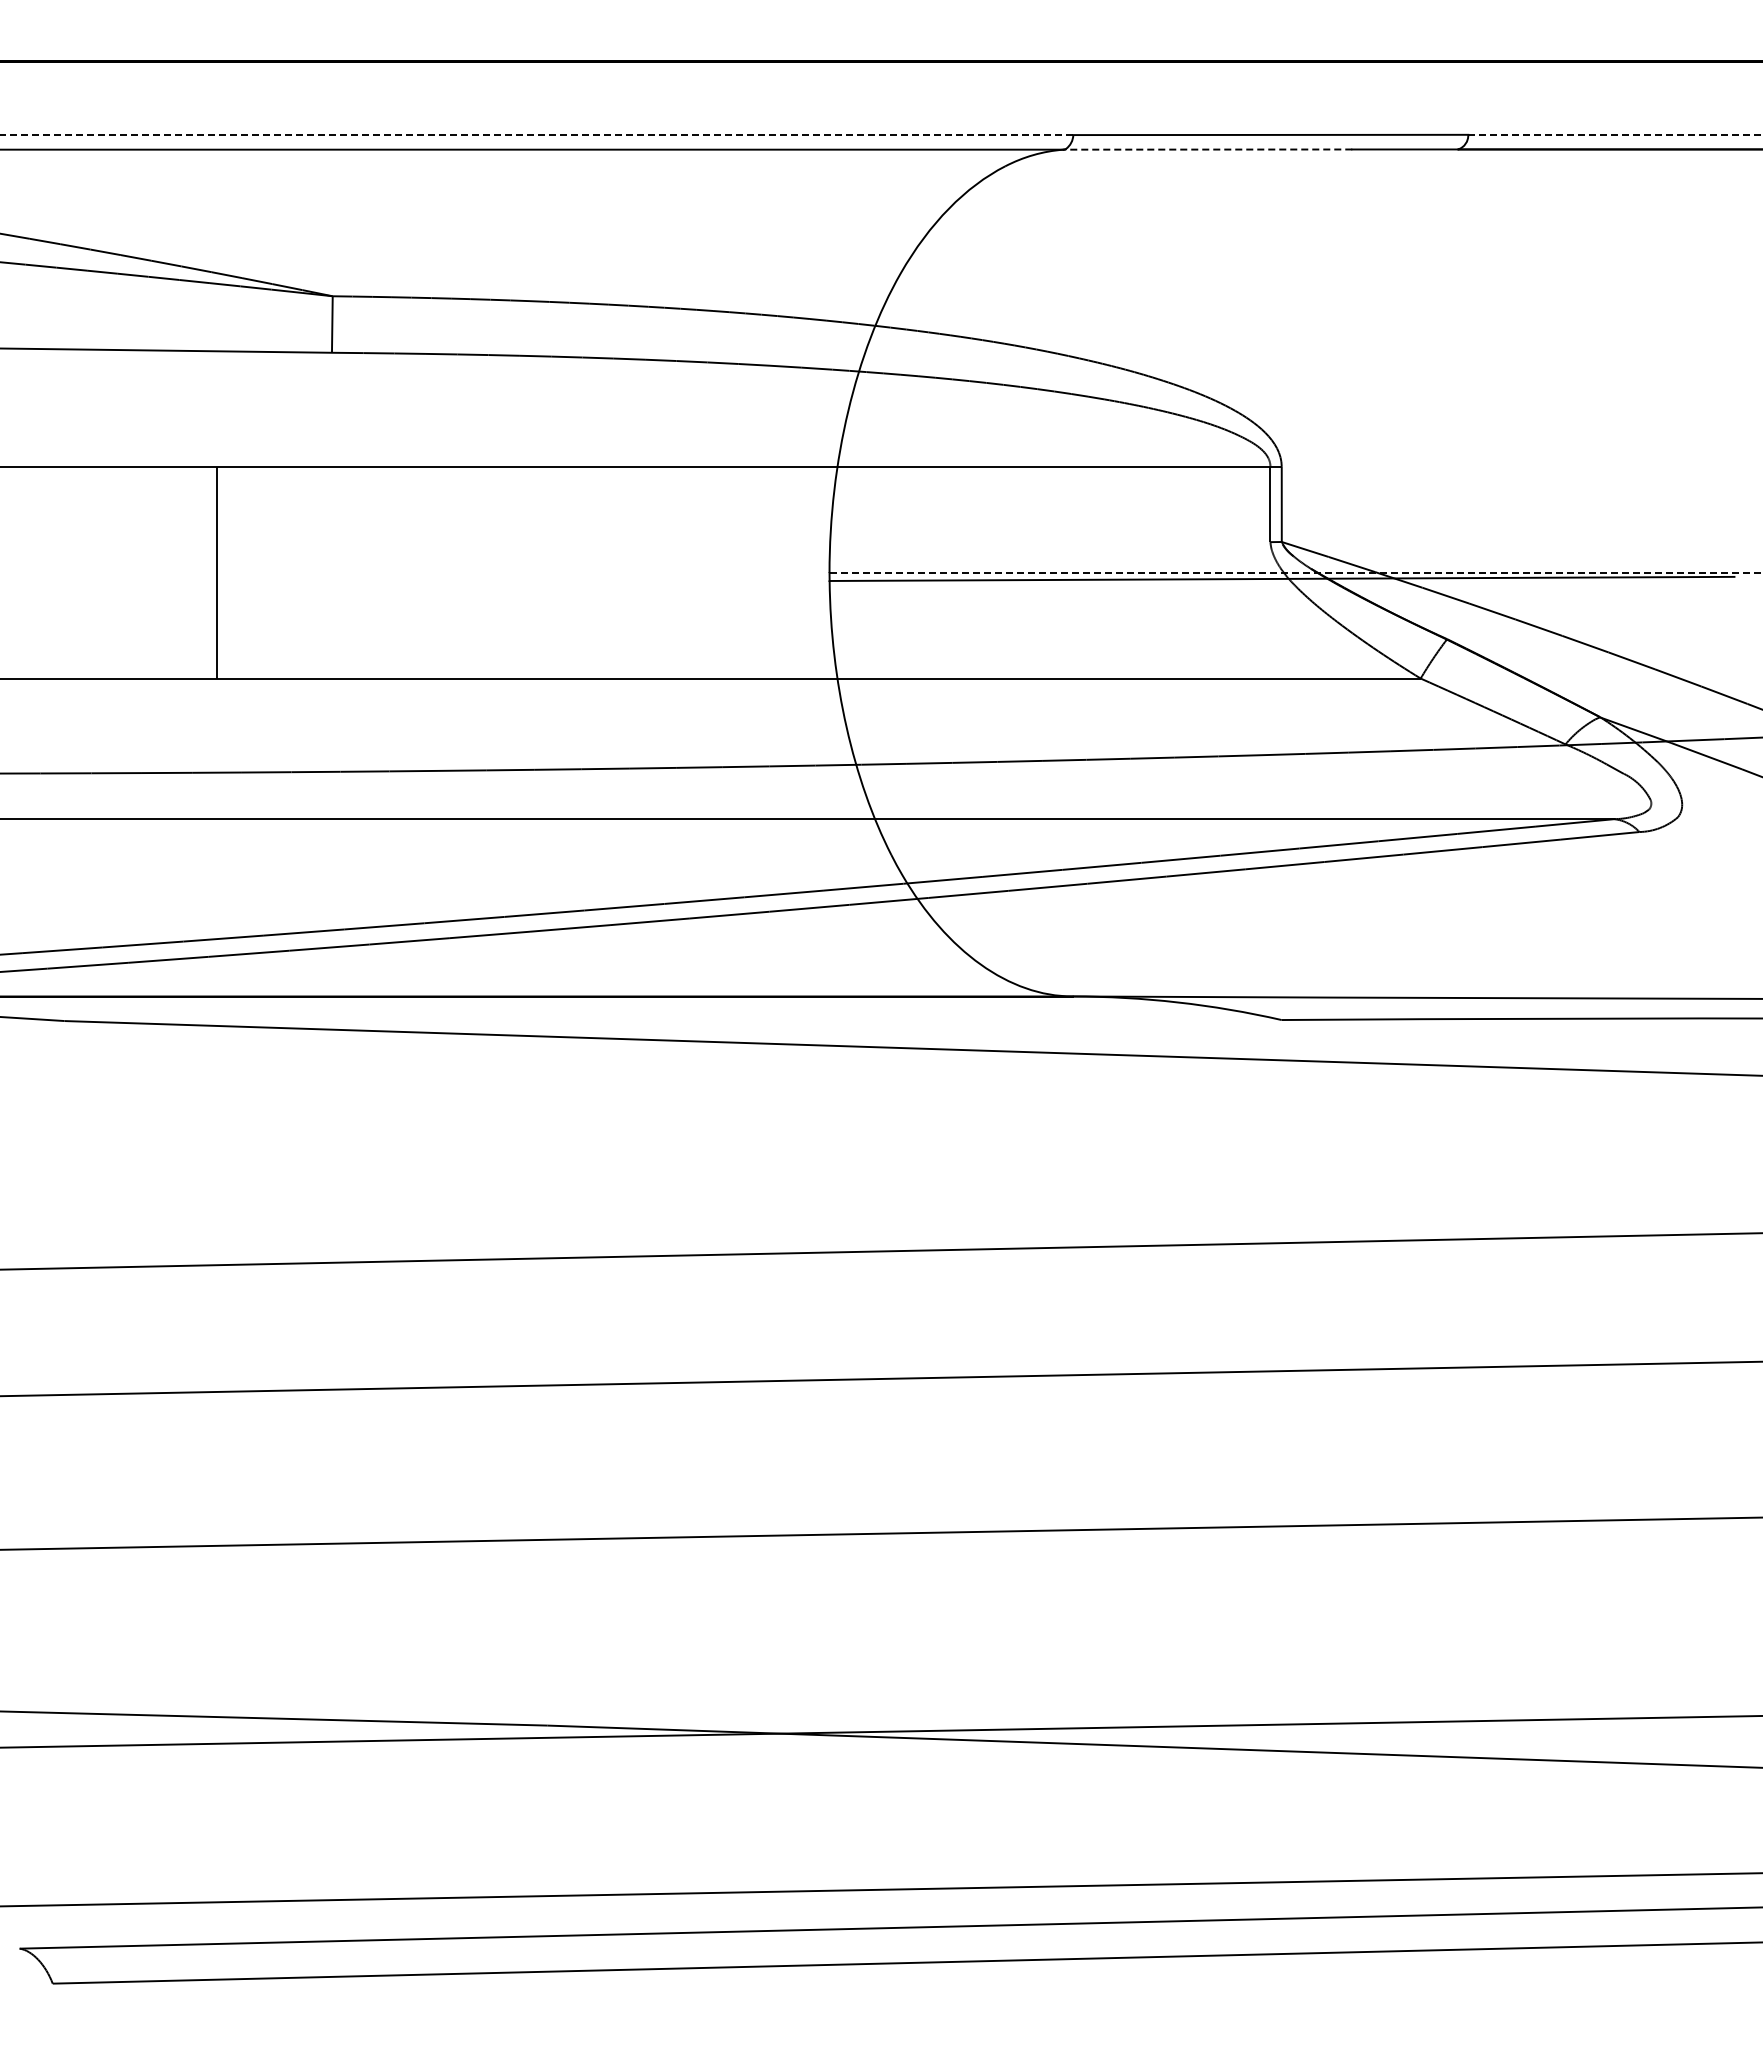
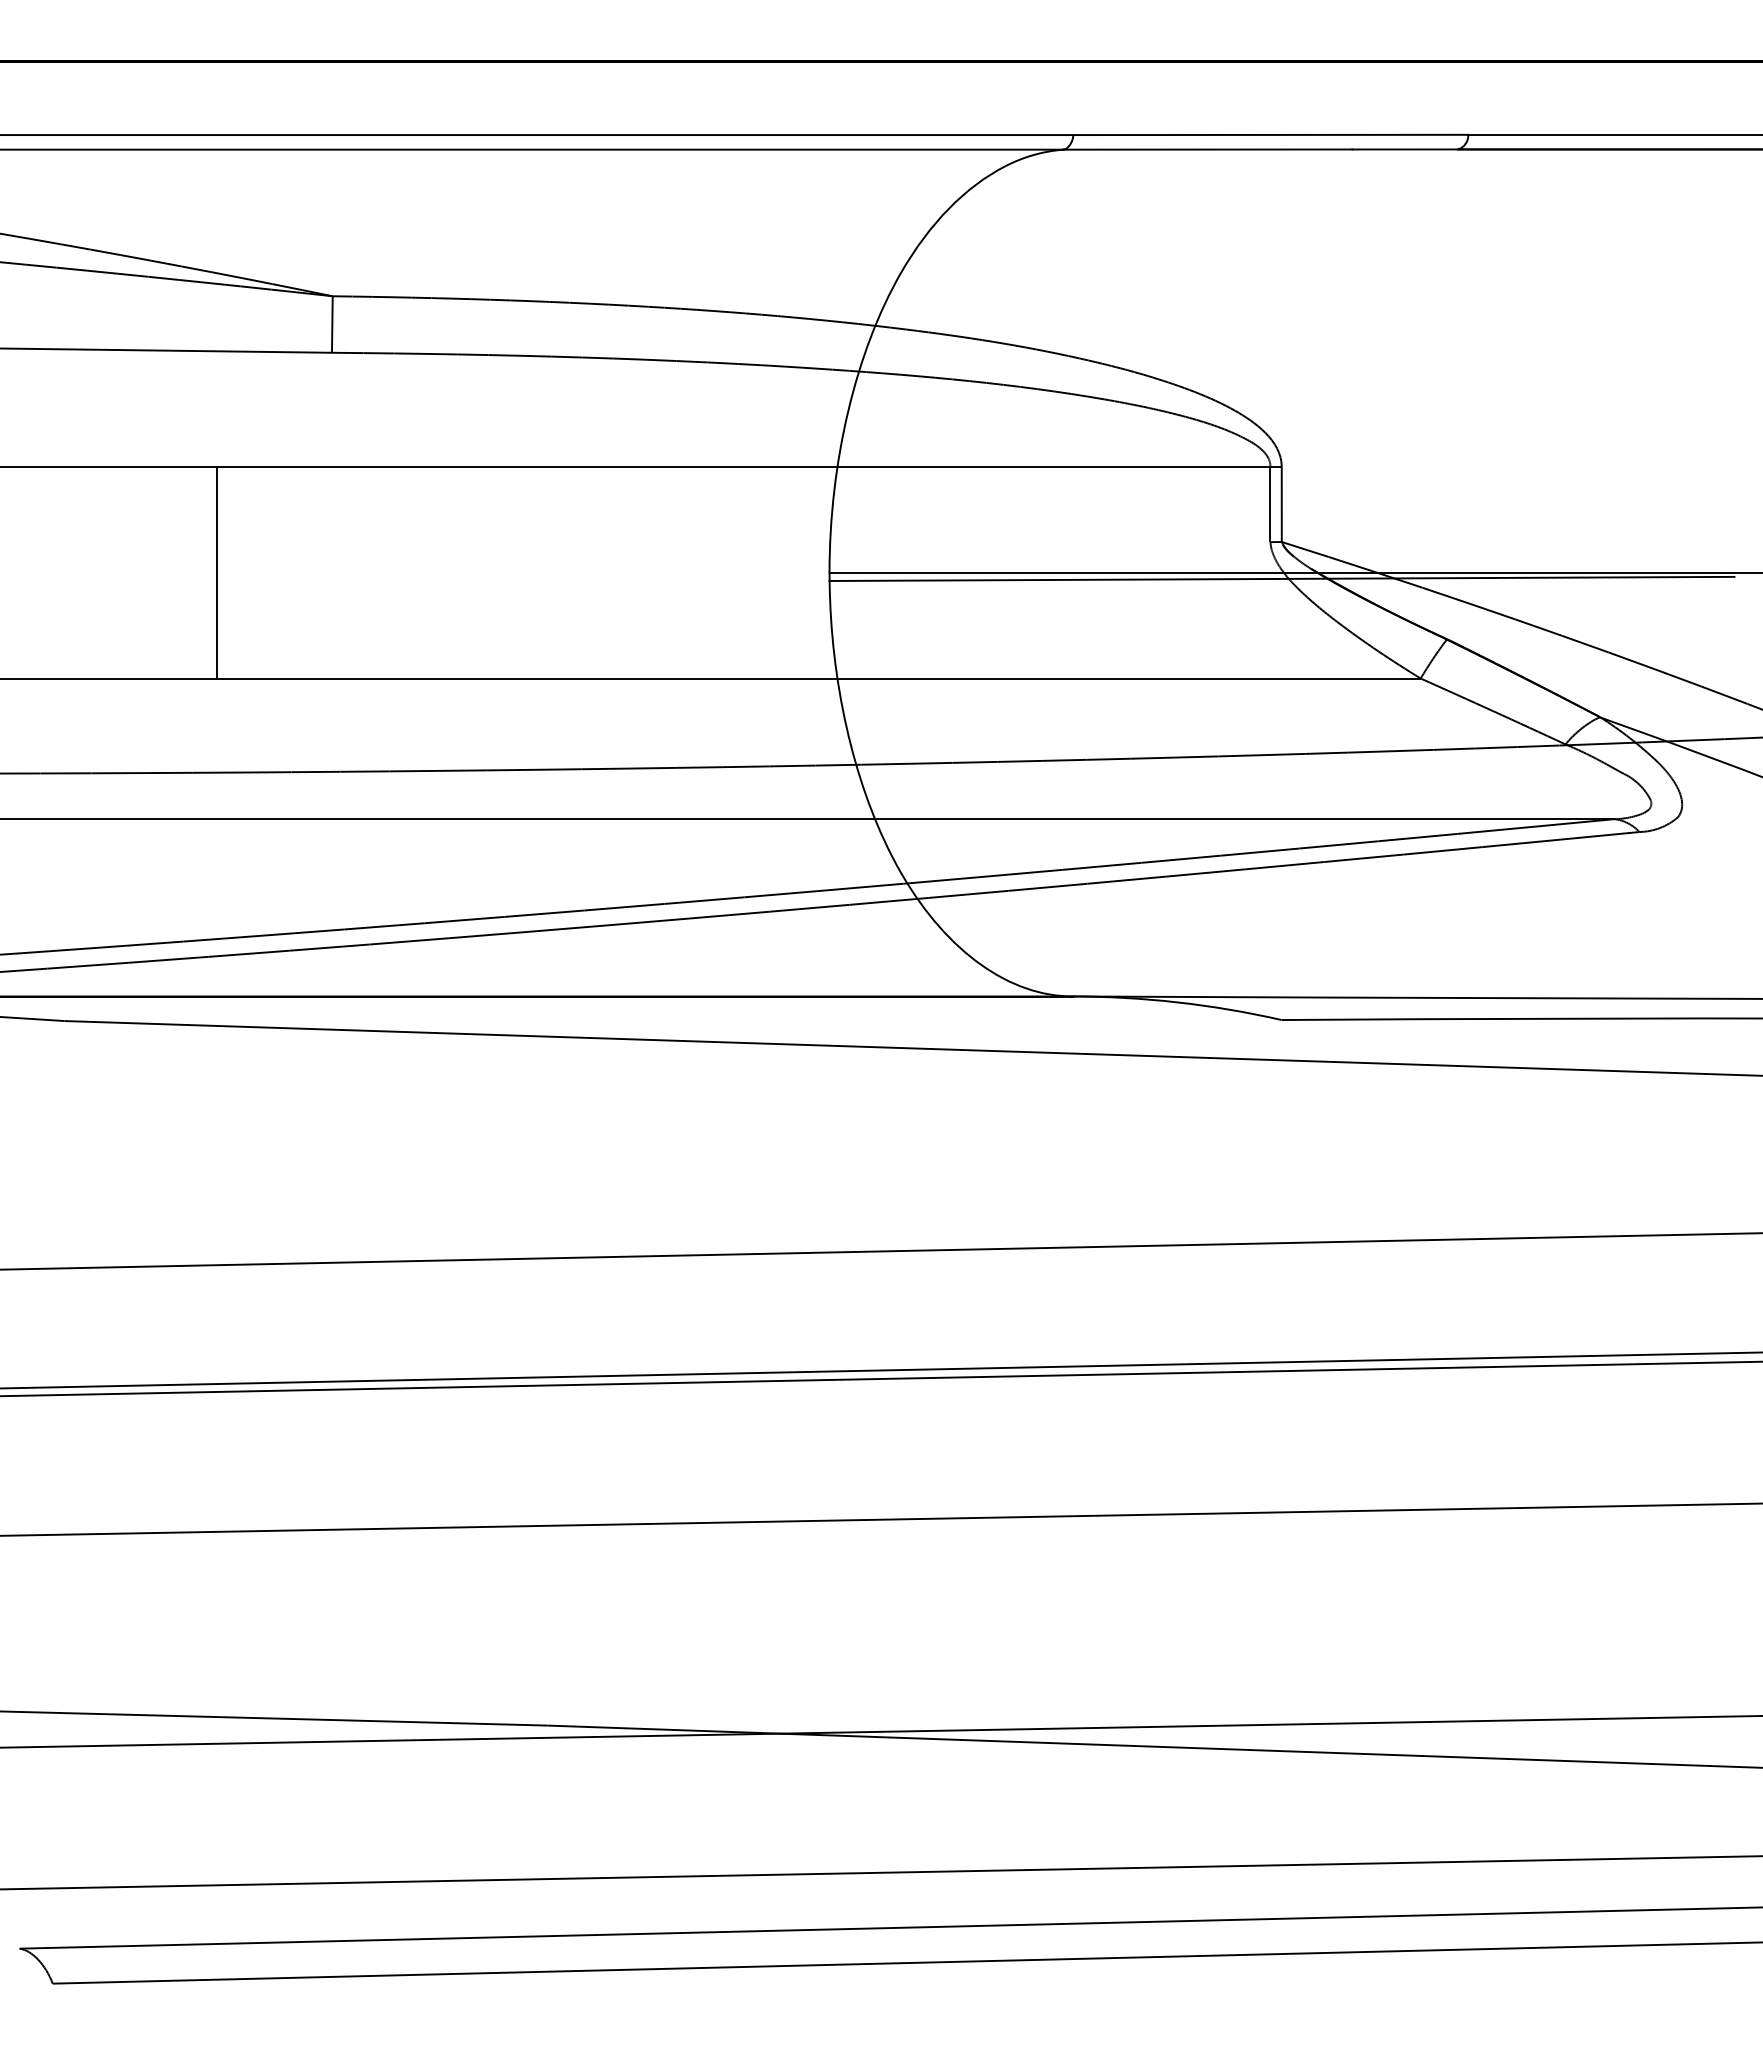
line at (1615, 134): dashed -> solid
line at (537, 135): dashed -> solid
line at (1207, 149): dashed -> solid
line at (1296, 572): dashed -> solid
line at (880, 1370): none -> present
line at (880, 1533) position: (880, 1533) -> (880, 1519)
line at (880, 1889) position: (880, 1889) -> (880, 1872)
